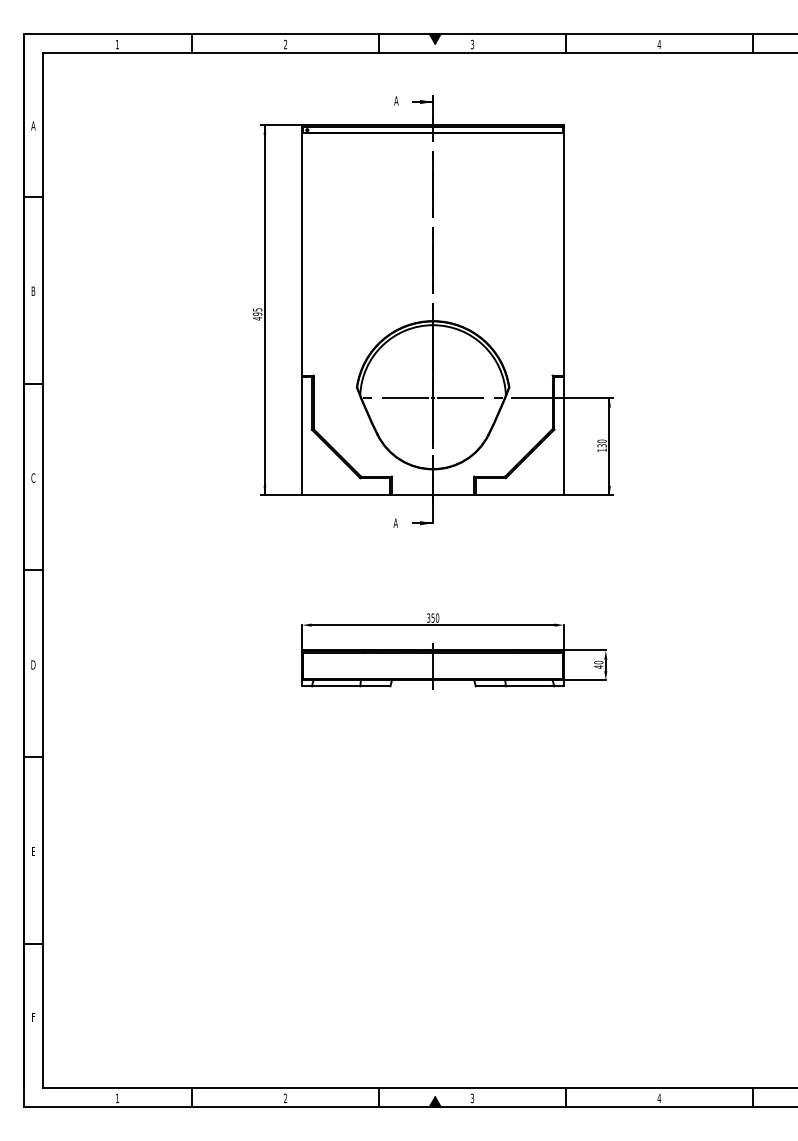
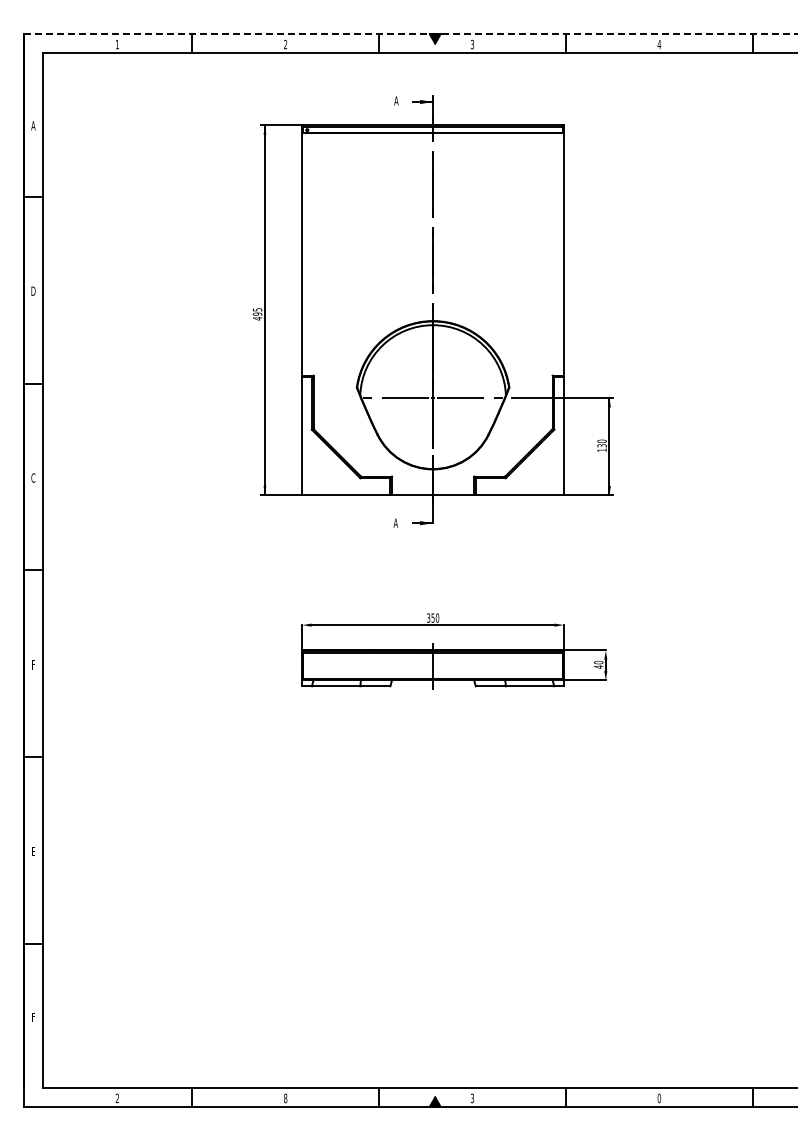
line at (411, 34): solid -> dashed
text at (33, 290): B -> D
text at (33, 664): D -> F
text at (116, 1097): 1 -> 2
text at (285, 1098): 2 -> 8
text at (659, 1098): 4 -> 0
